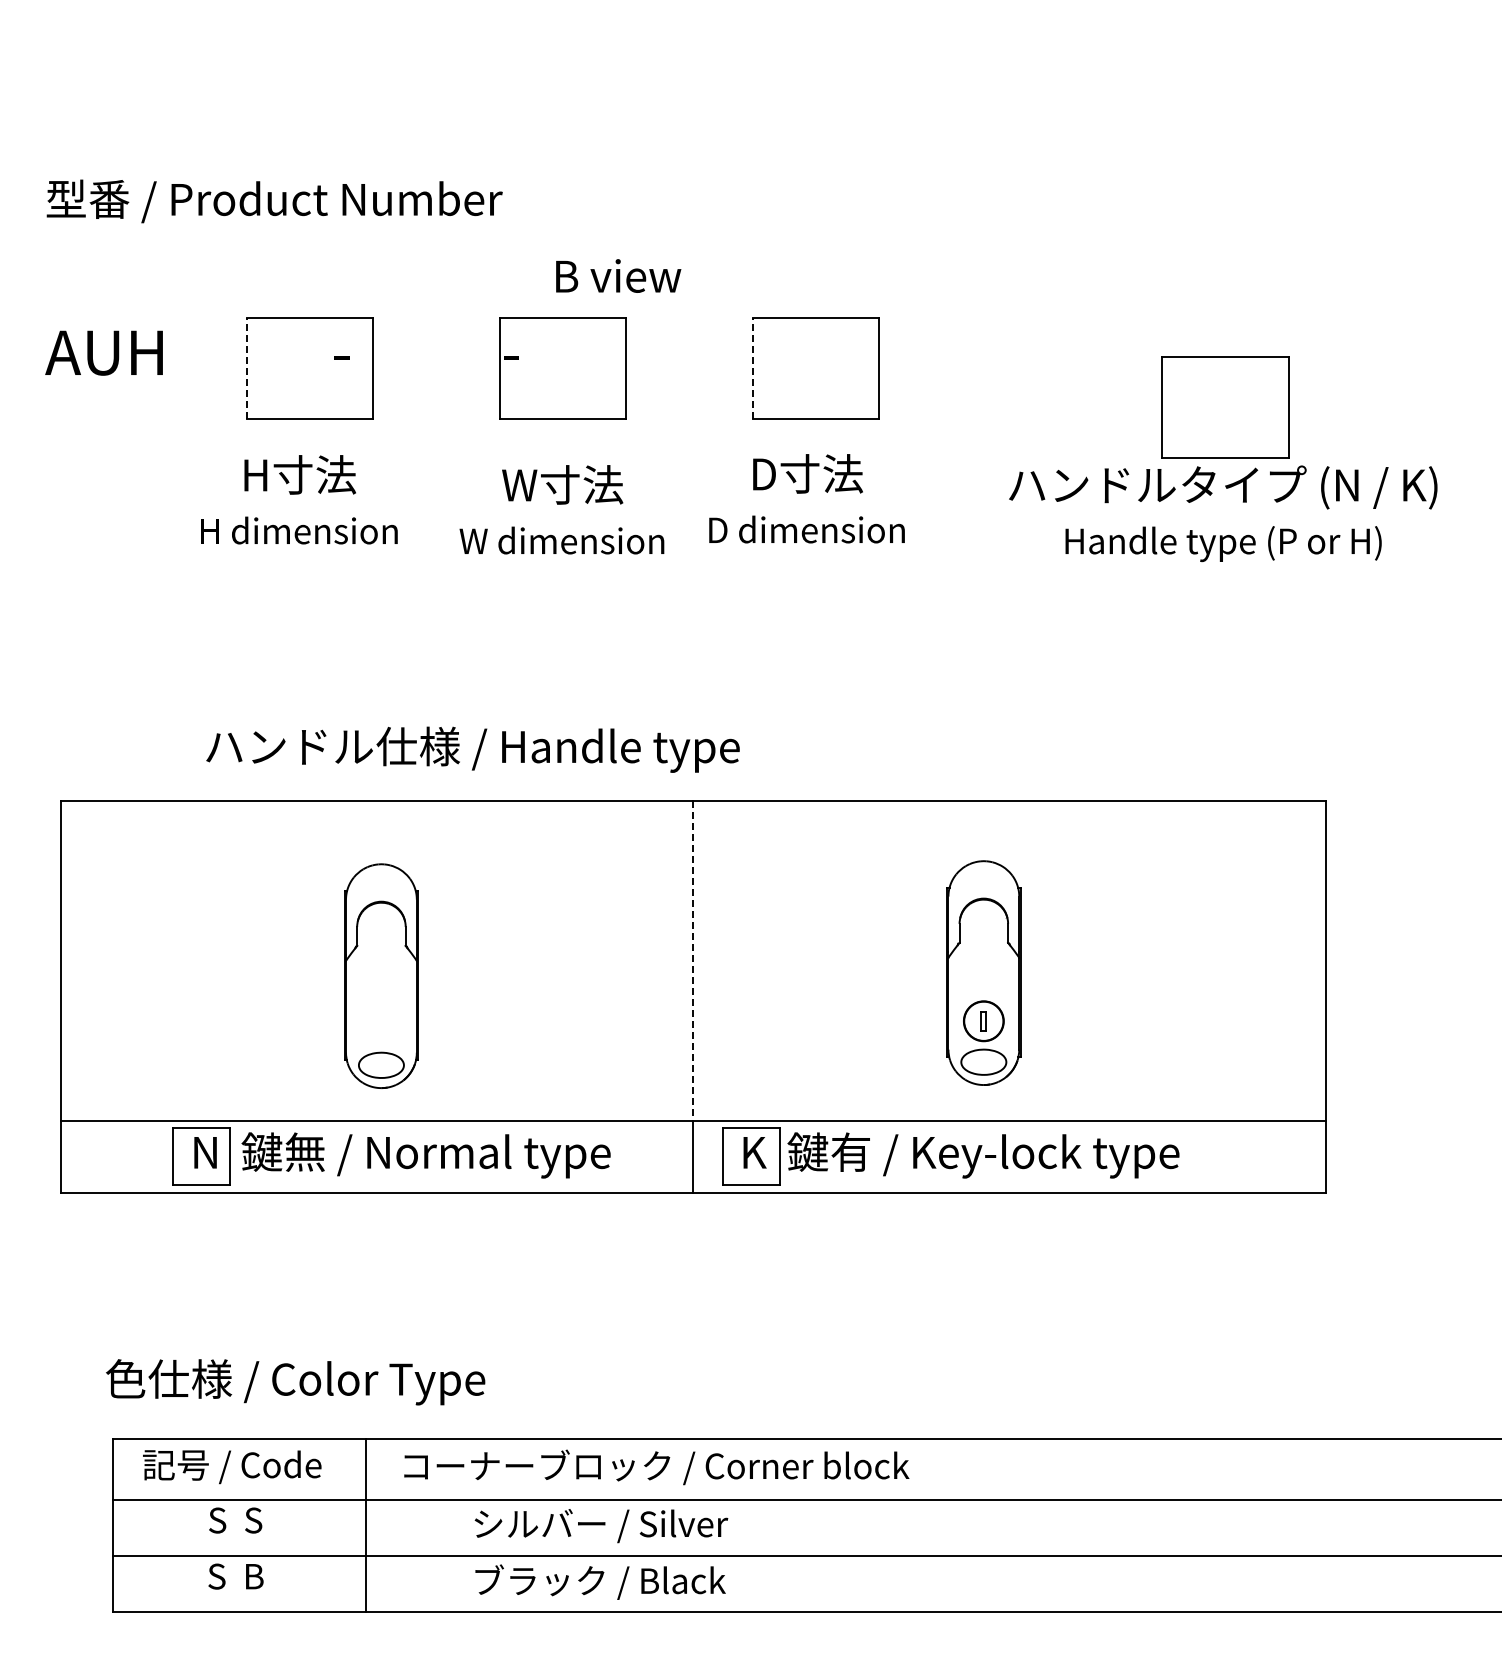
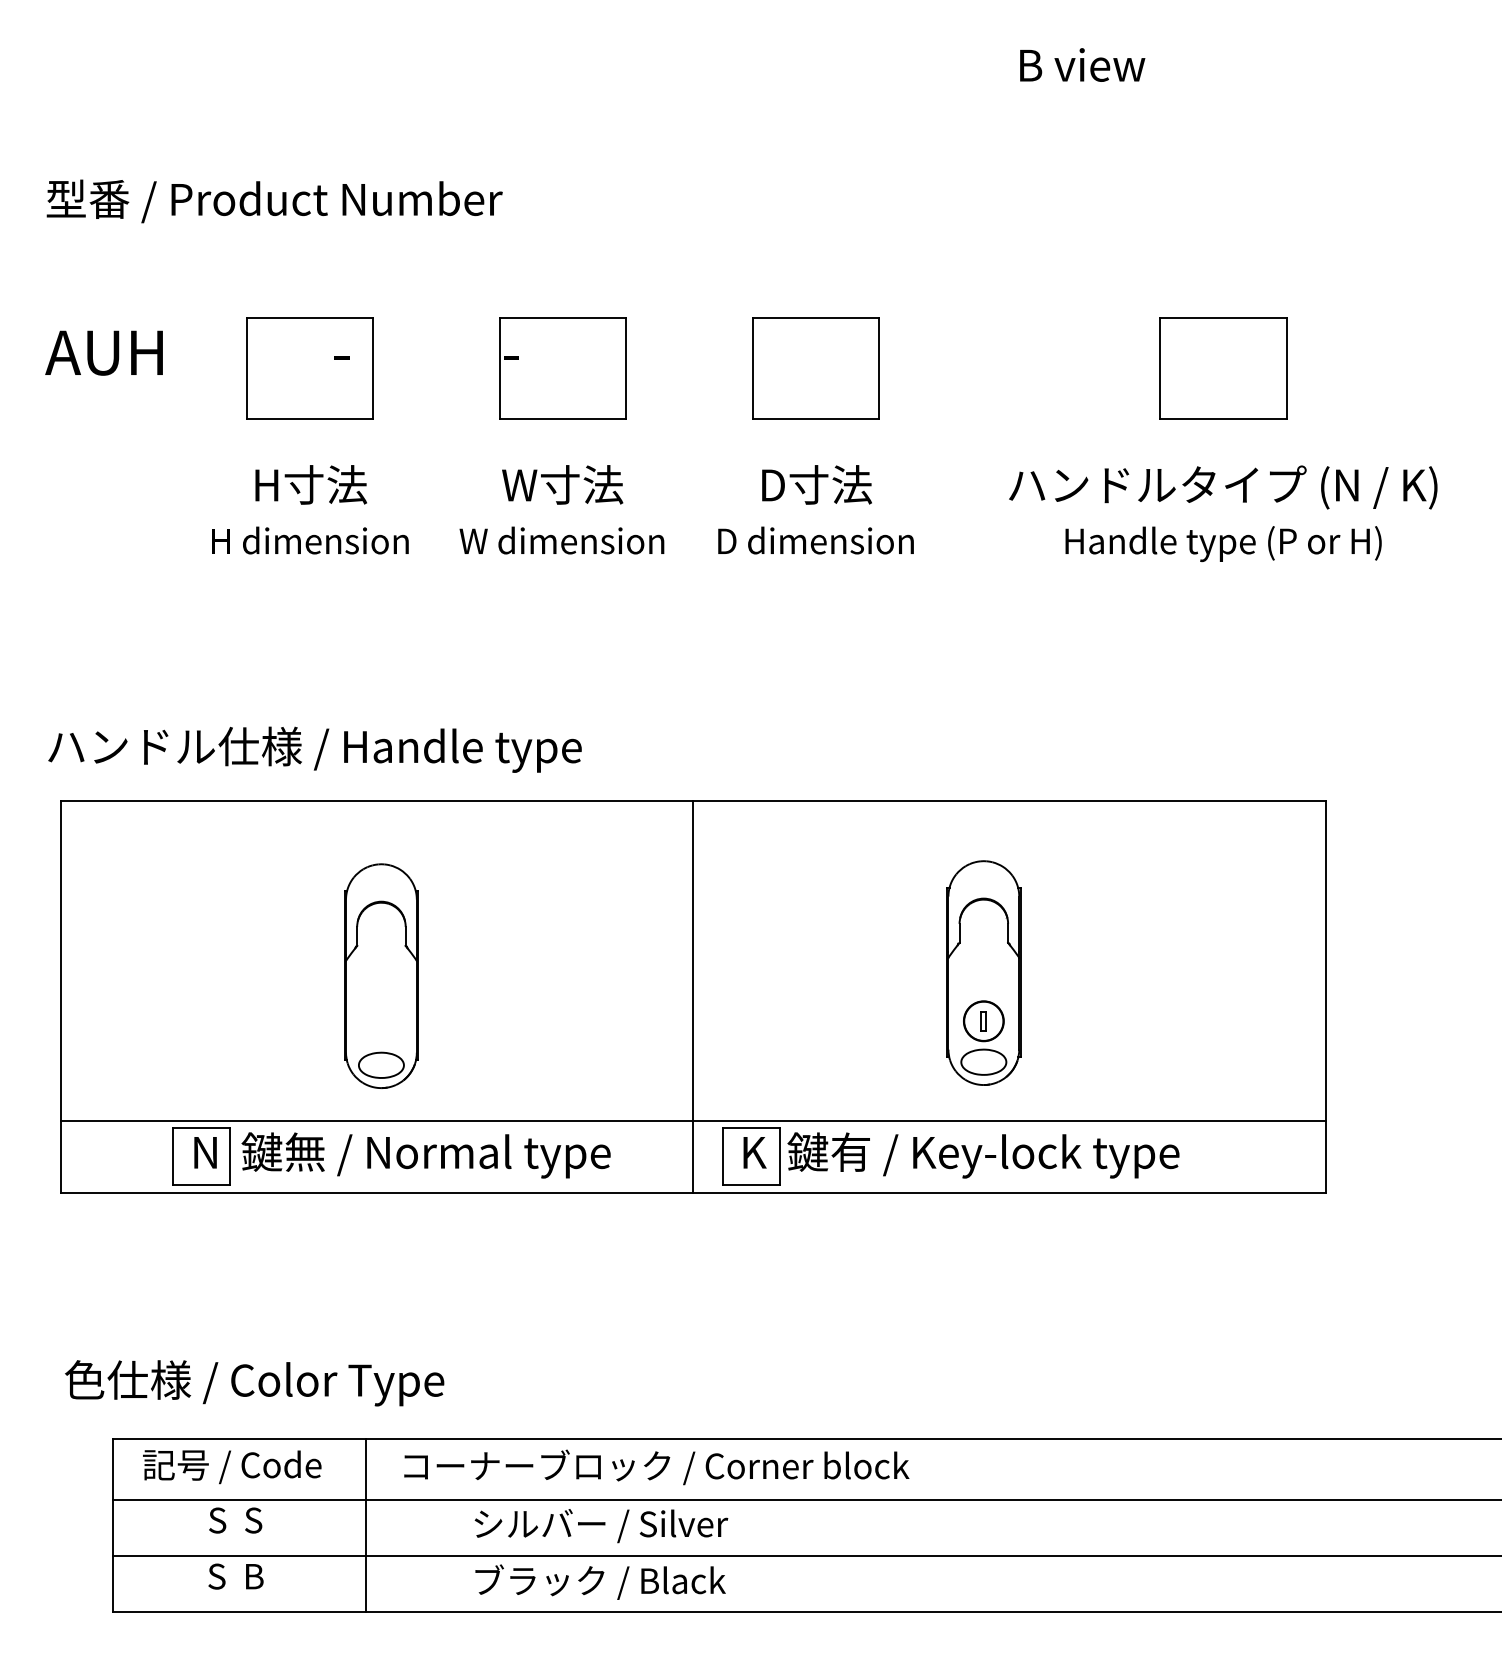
text at (618, 275) position: (618, 275) -> (1082, 64)
line at (246, 368): dashed -> solid
line at (752, 368): dashed -> solid
part at (1225, 407) position: (1225, 407) -> (1223, 368)
text at (806, 498) position: (806, 498) -> (815, 509)
text at (299, 499) position: (299, 499) -> (310, 509)
text at (472, 749) position: (472, 749) -> (314, 749)
line at (693, 960): dashed -> solid
text at (295, 1382) position: (295, 1382) -> (254, 1383)
